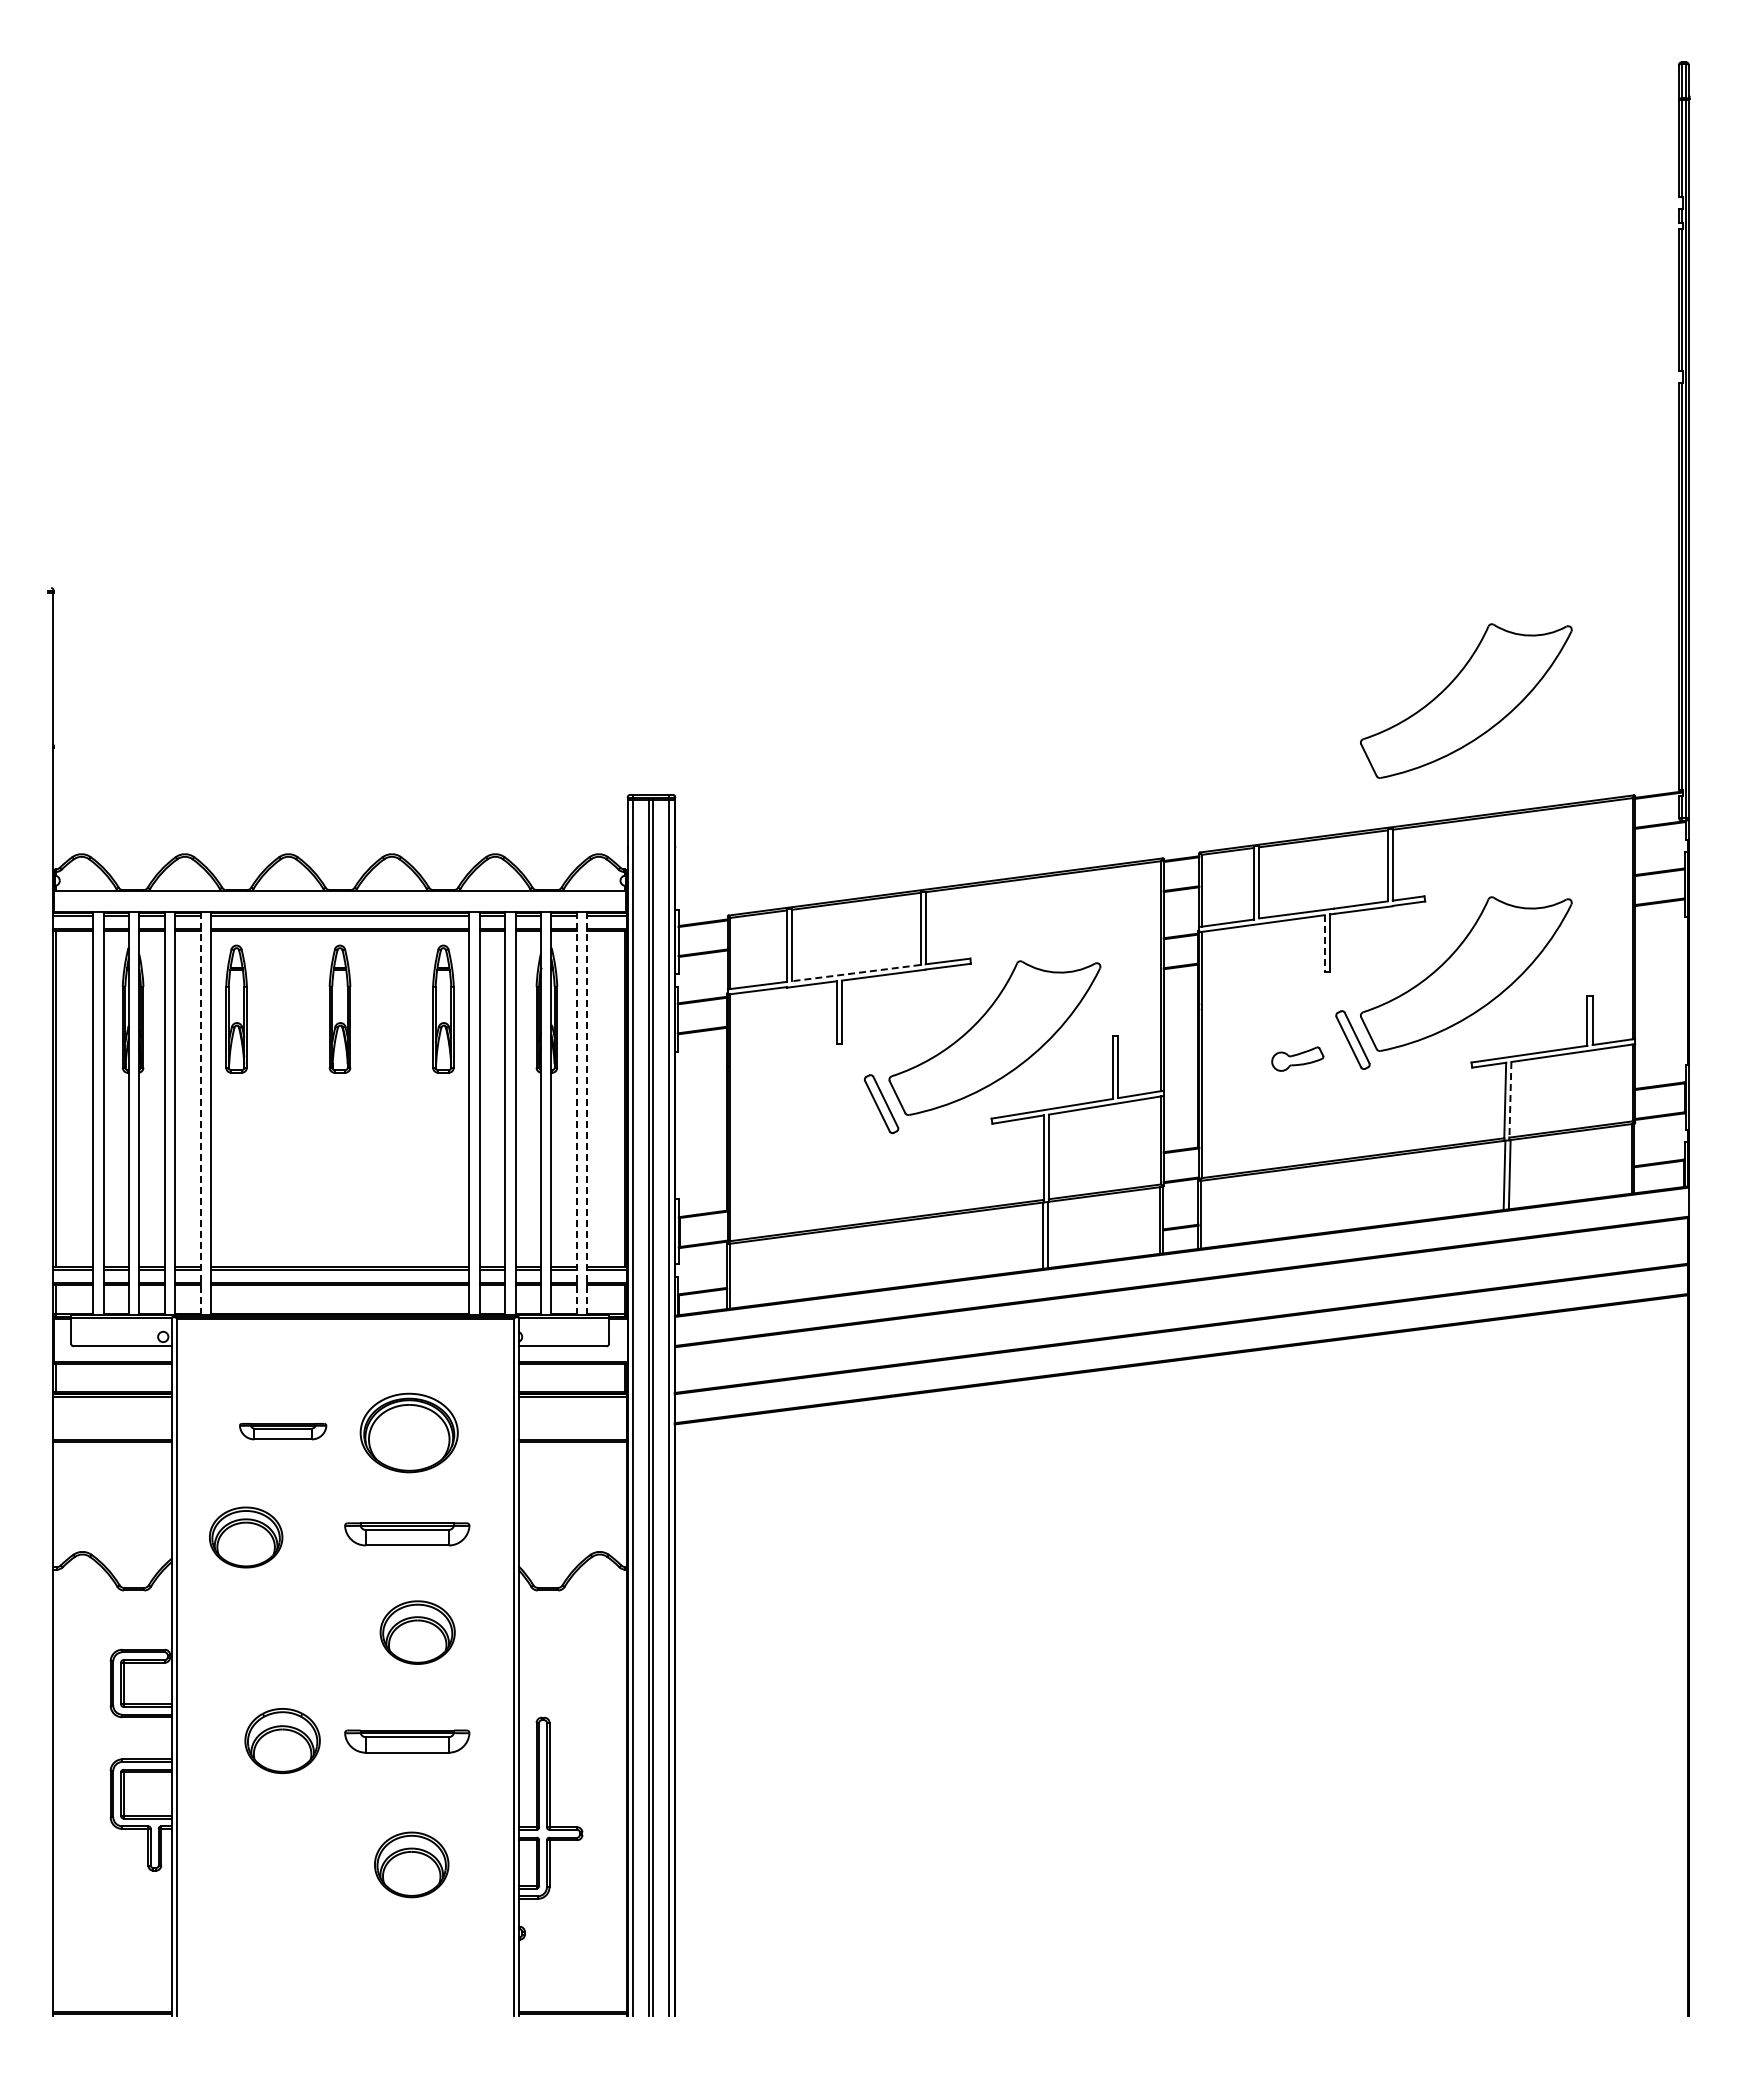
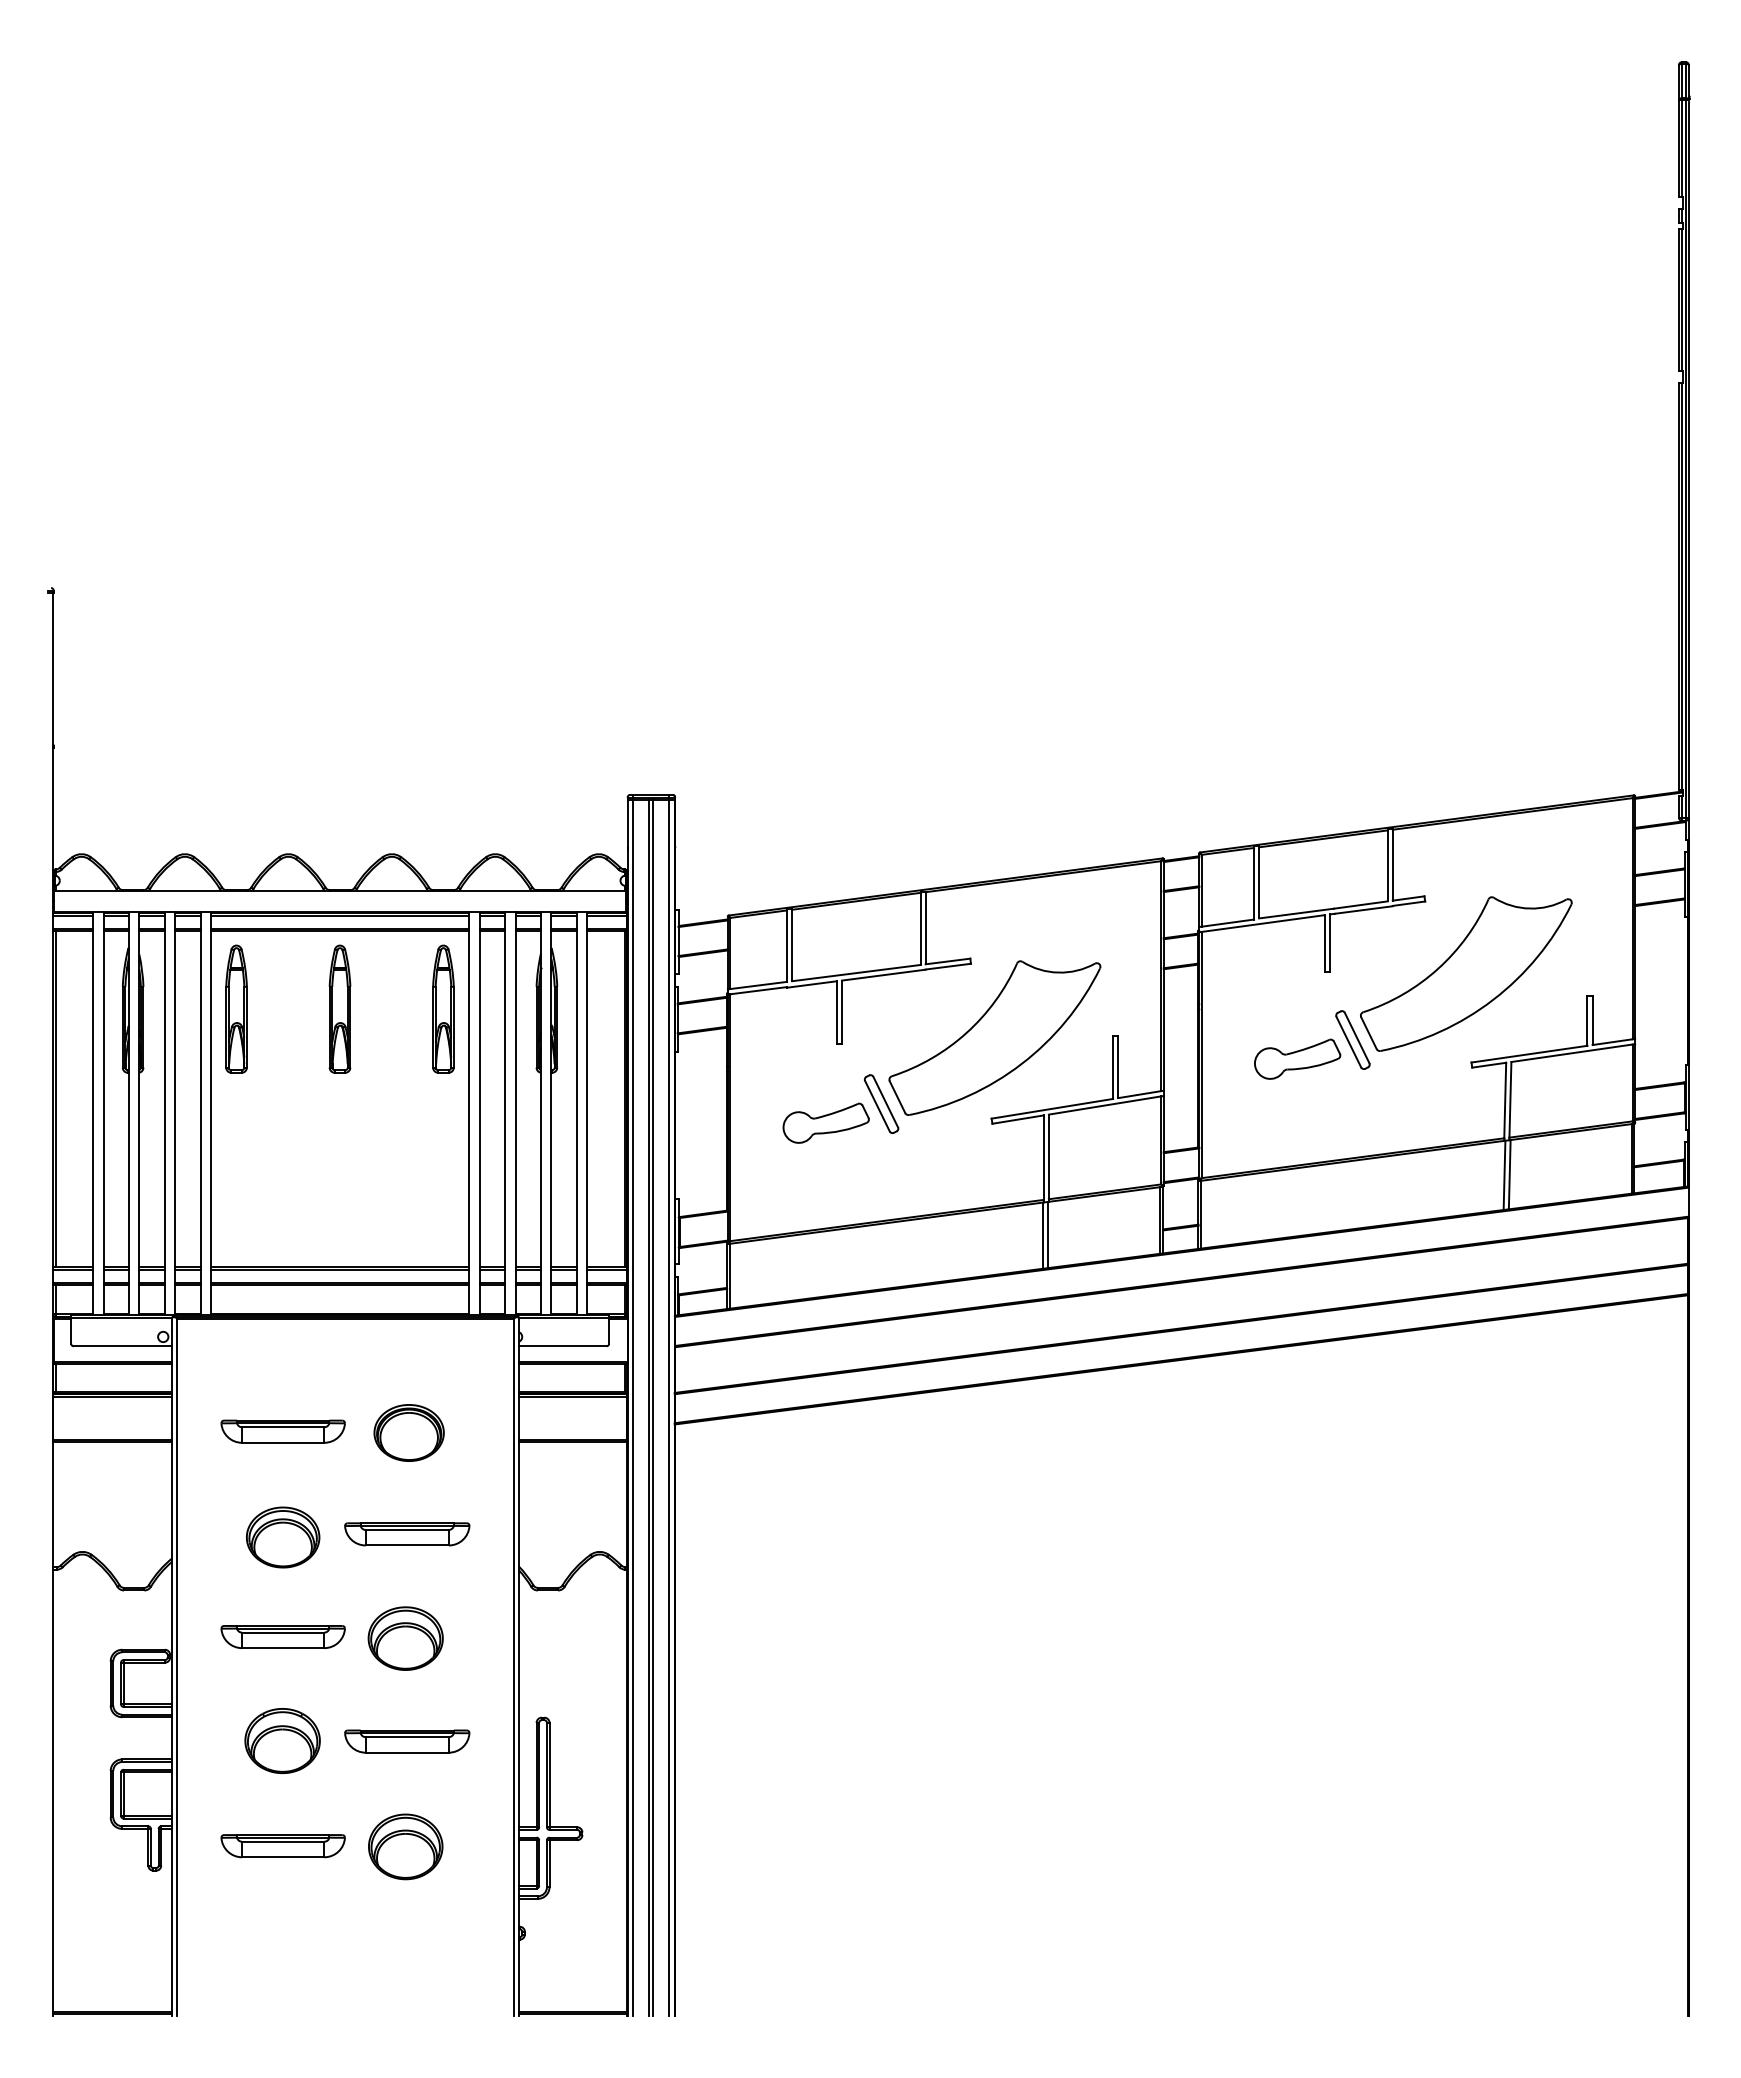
part at (1466, 700): present -> none
line at (1324, 943): dashed -> solid
line at (856, 973): dashed -> solid
part at (1297, 1058) size: 54x26 px -> 88x42 px
line at (1510, 1099): dashed -> solid
line at (200, 1113): dashed -> solid
line at (576, 1113): dashed -> solid
line at (587, 1113): dashed -> solid
part at (825, 1122): none -> present
part at (283, 1431) size: 89x18 px -> 126x25 px
part at (408, 1432) size: 100x82 px -> 72x58 px
part at (246, 1537) position: (246, 1537) -> (283, 1537)
part at (417, 1632) position: (417, 1632) -> (405, 1638)
part at (282, 1636): none -> present
part at (282, 1846): none -> present
part at (411, 1864) position: (411, 1864) -> (405, 1846)
